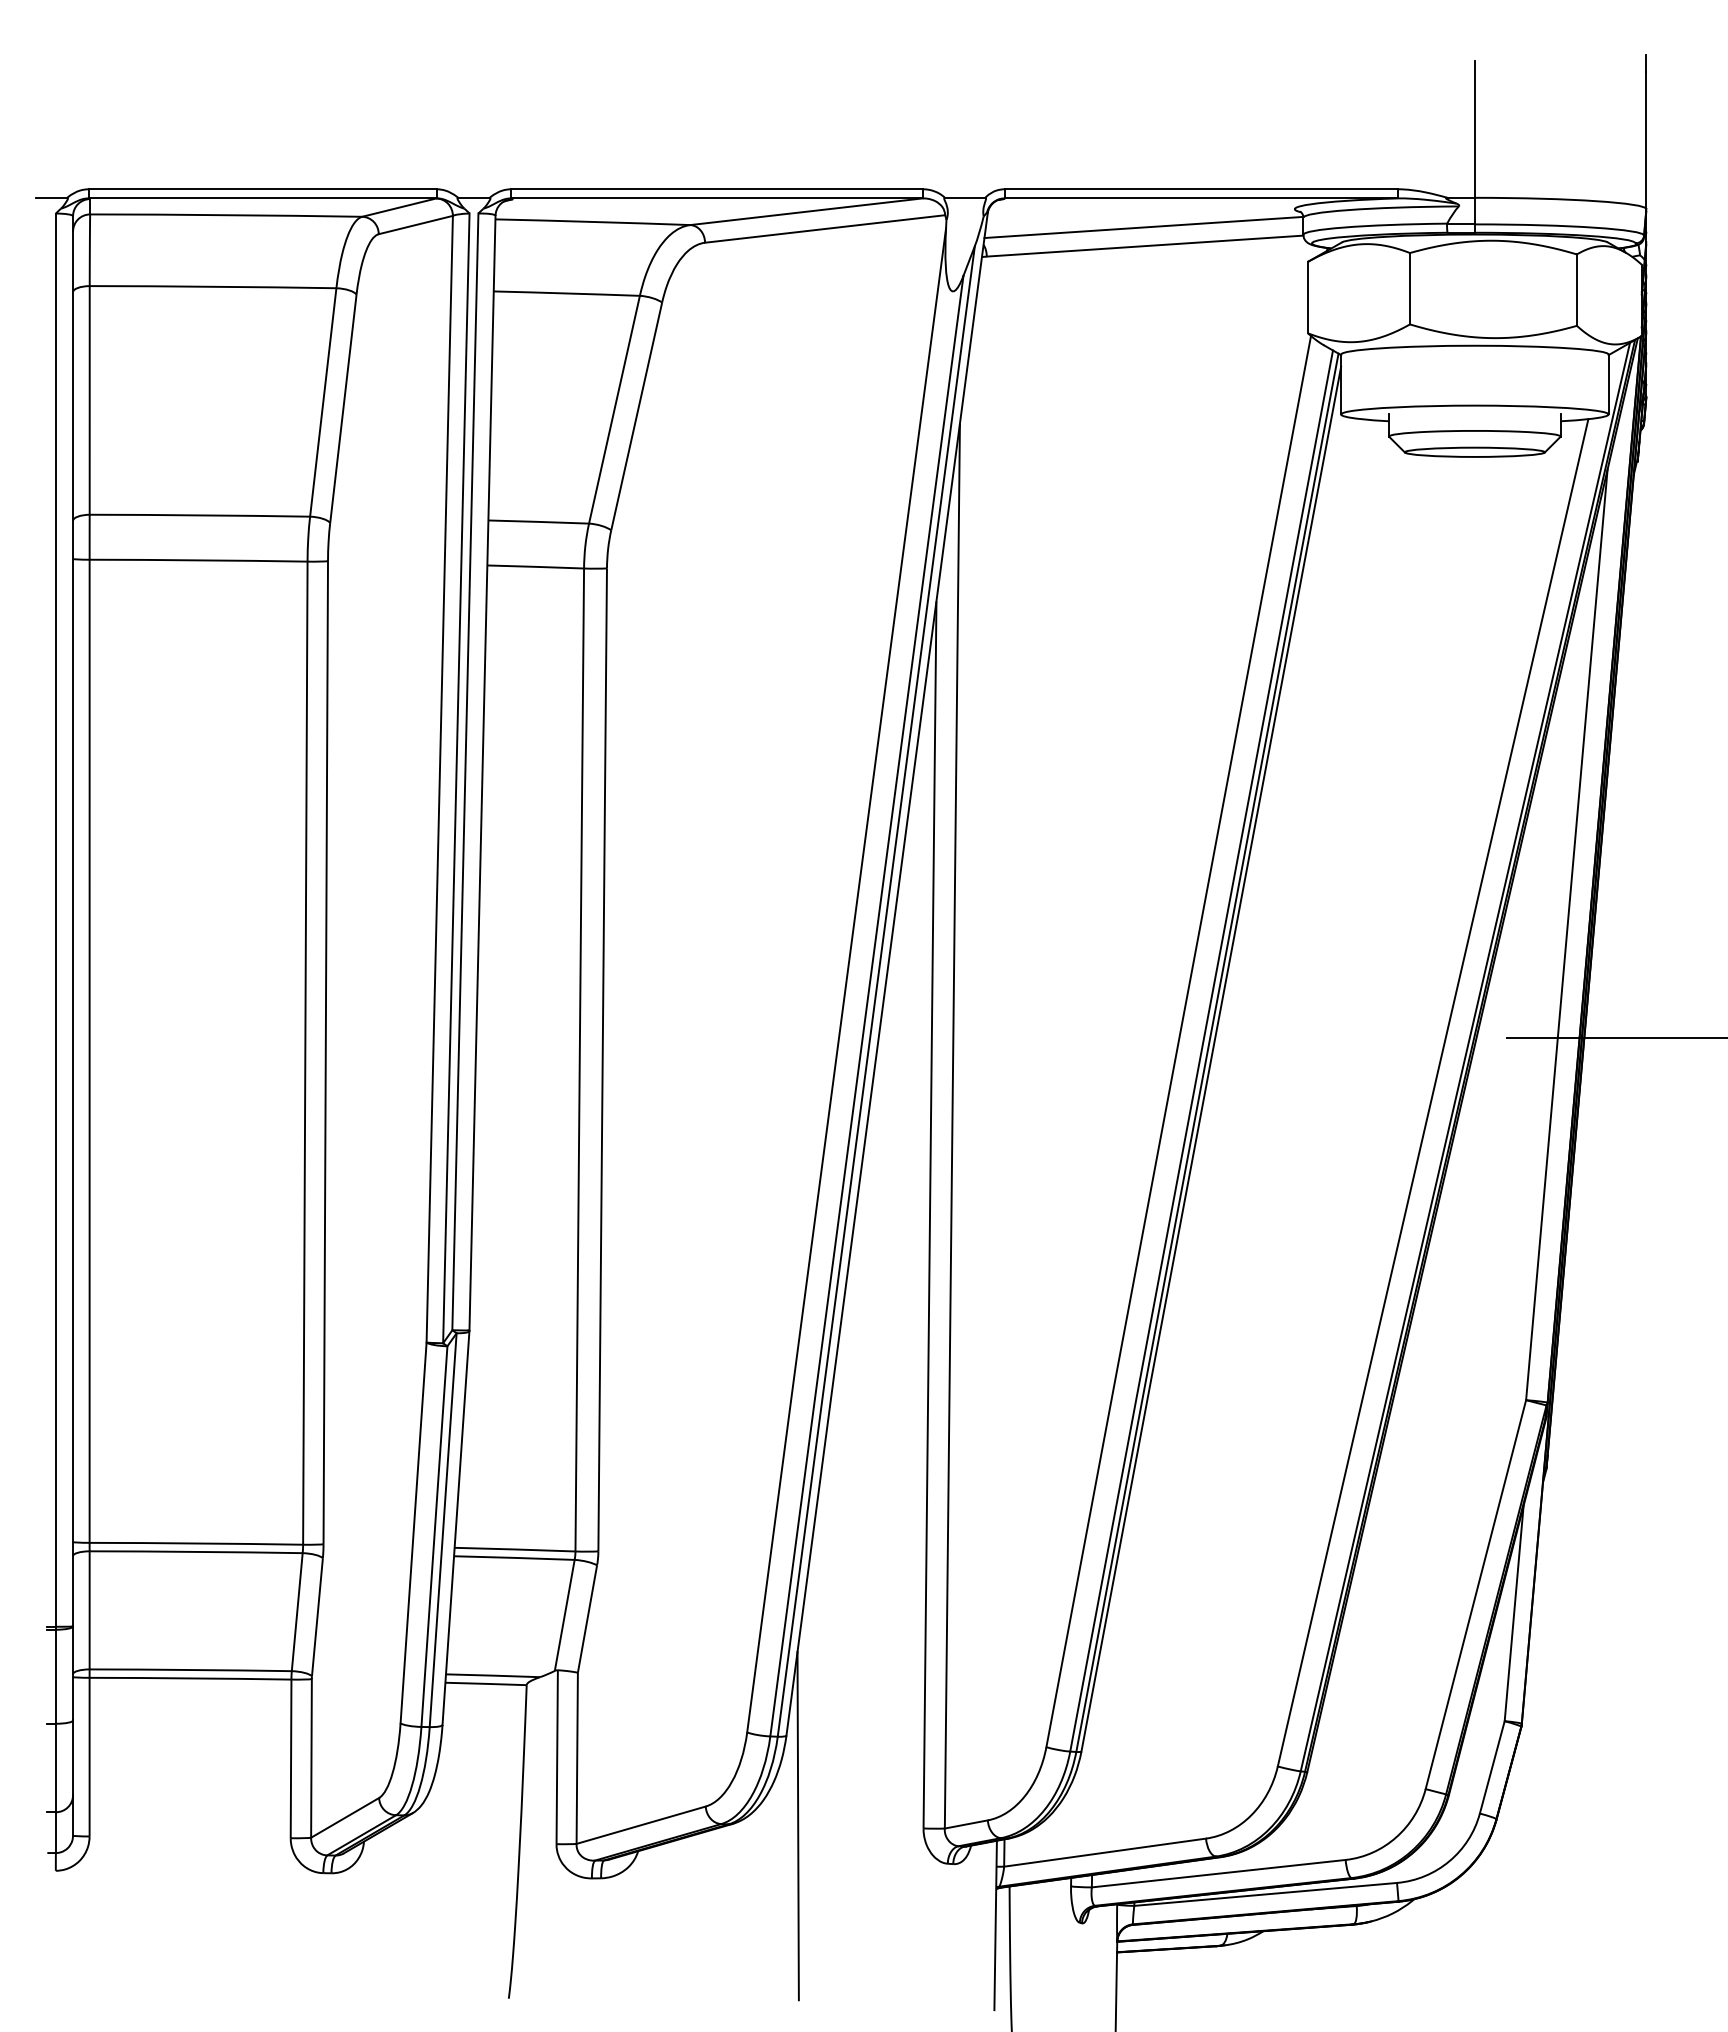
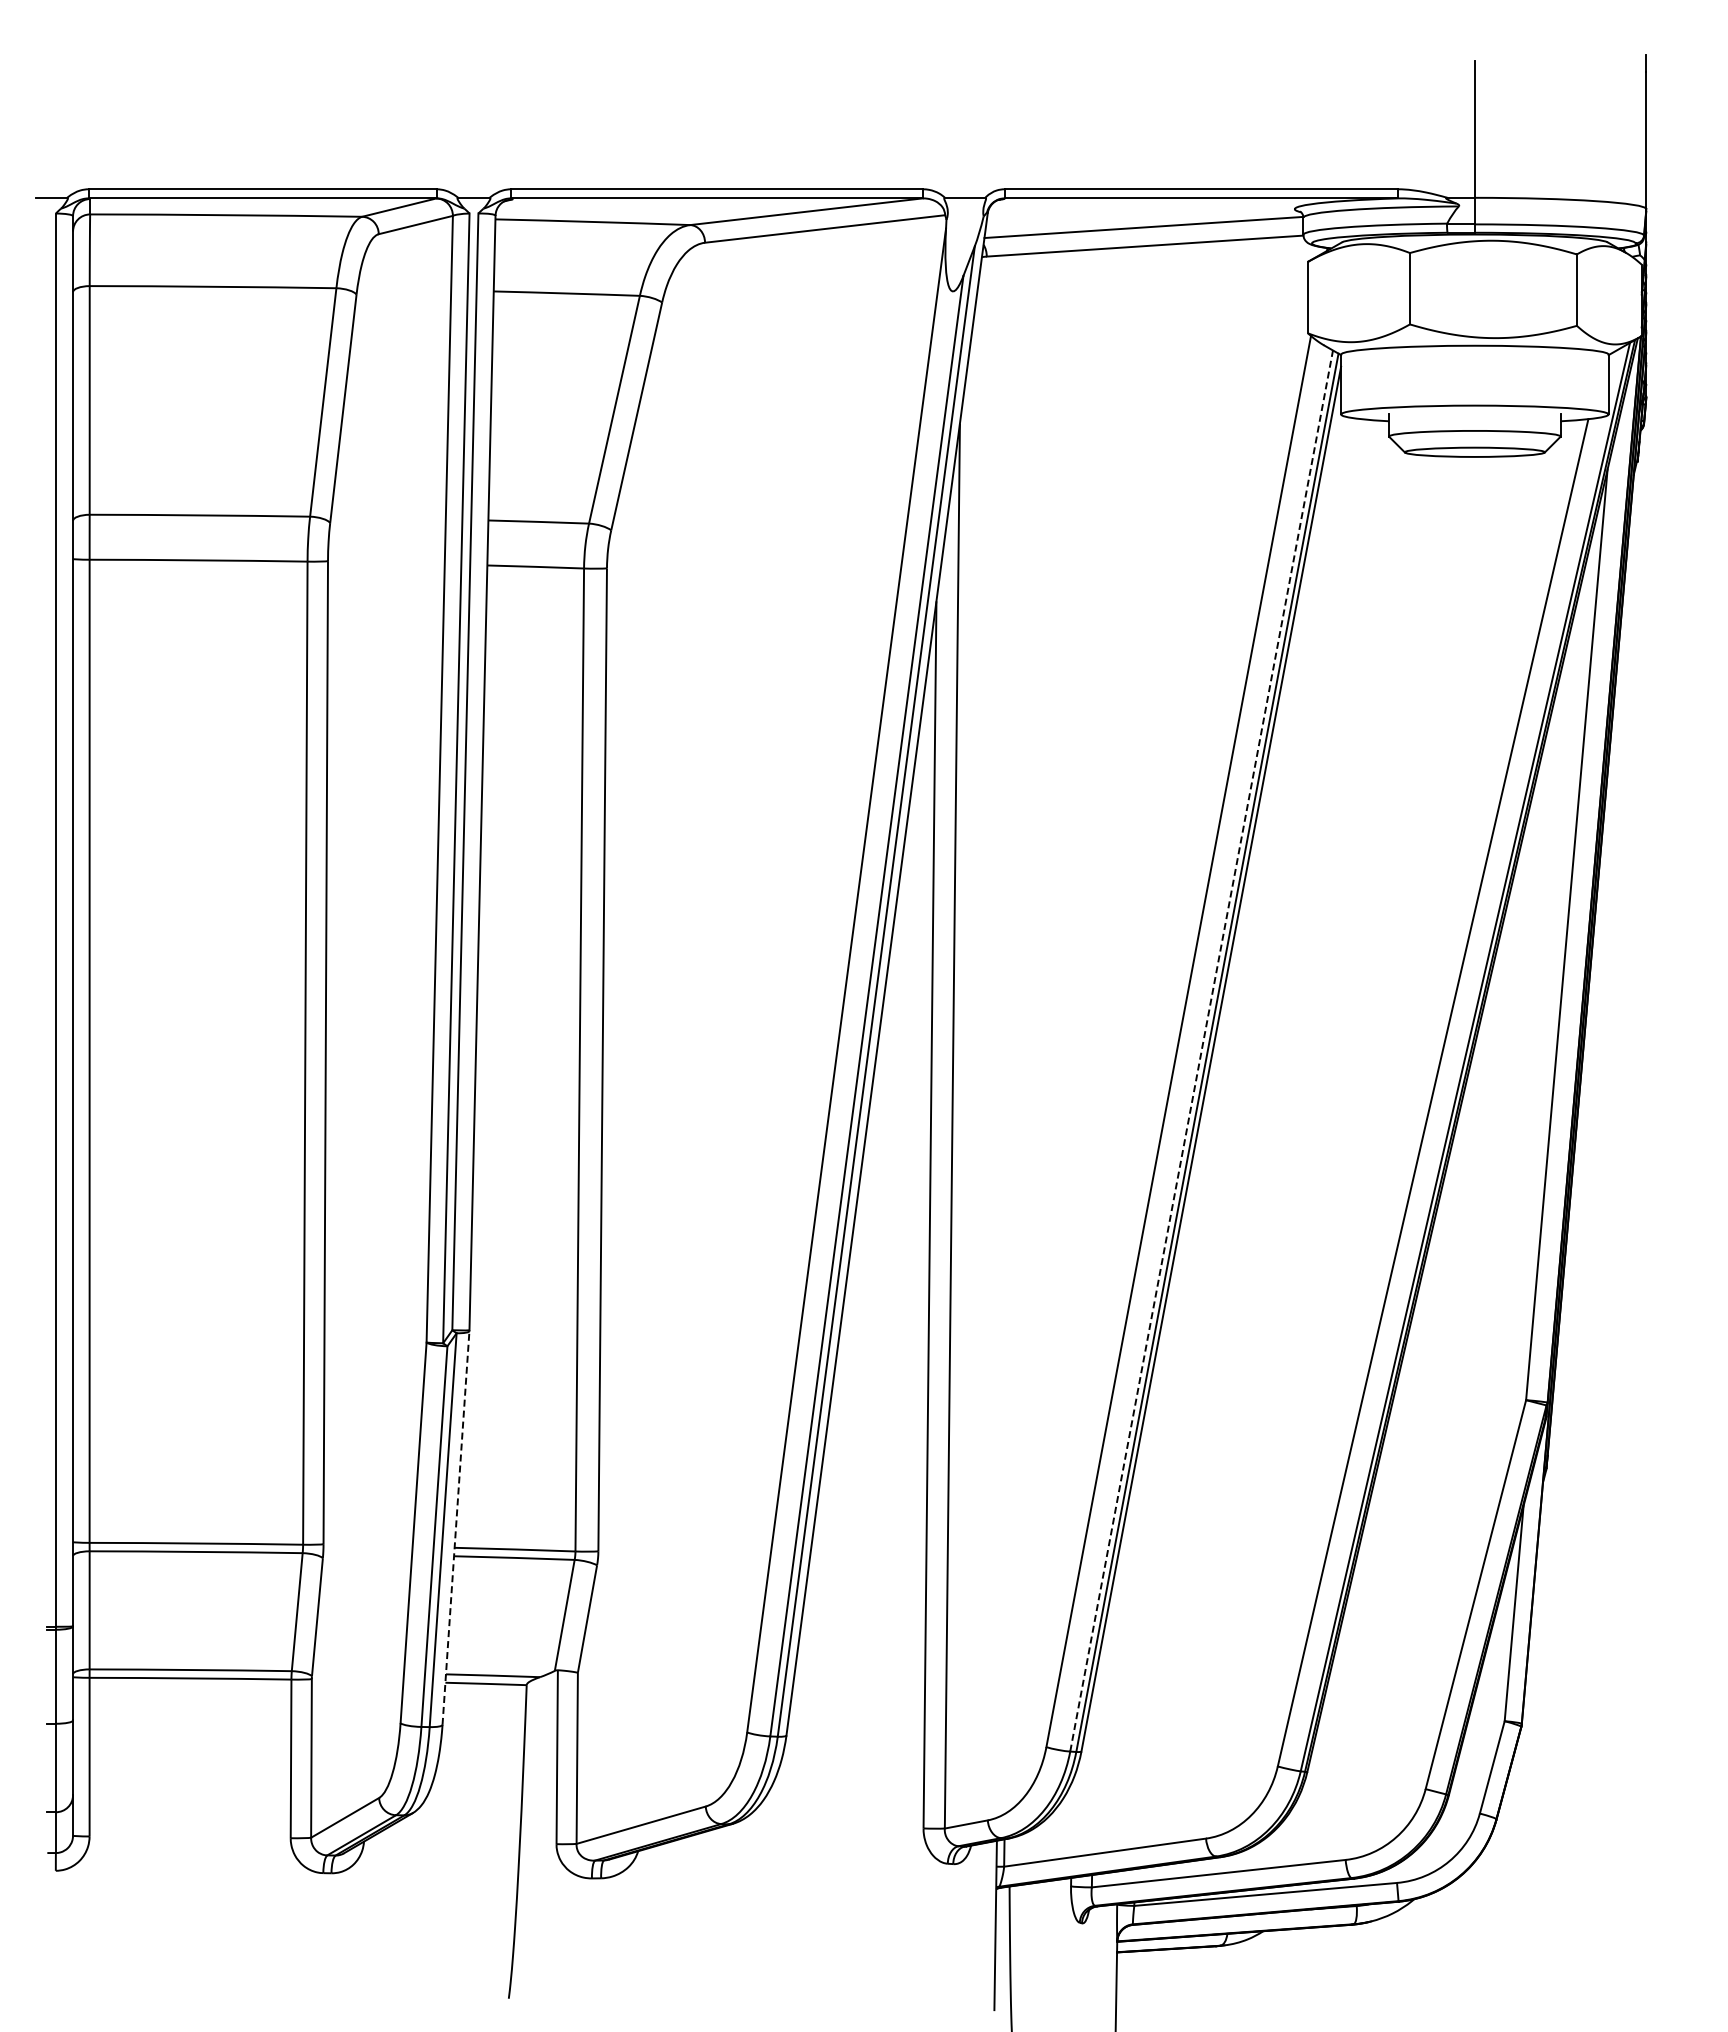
line at (1615, 1037): present -> none
line at (1201, 1051): solid -> dashed
line at (456, 1527): solid -> dashed
line at (797, 1825): present -> none
